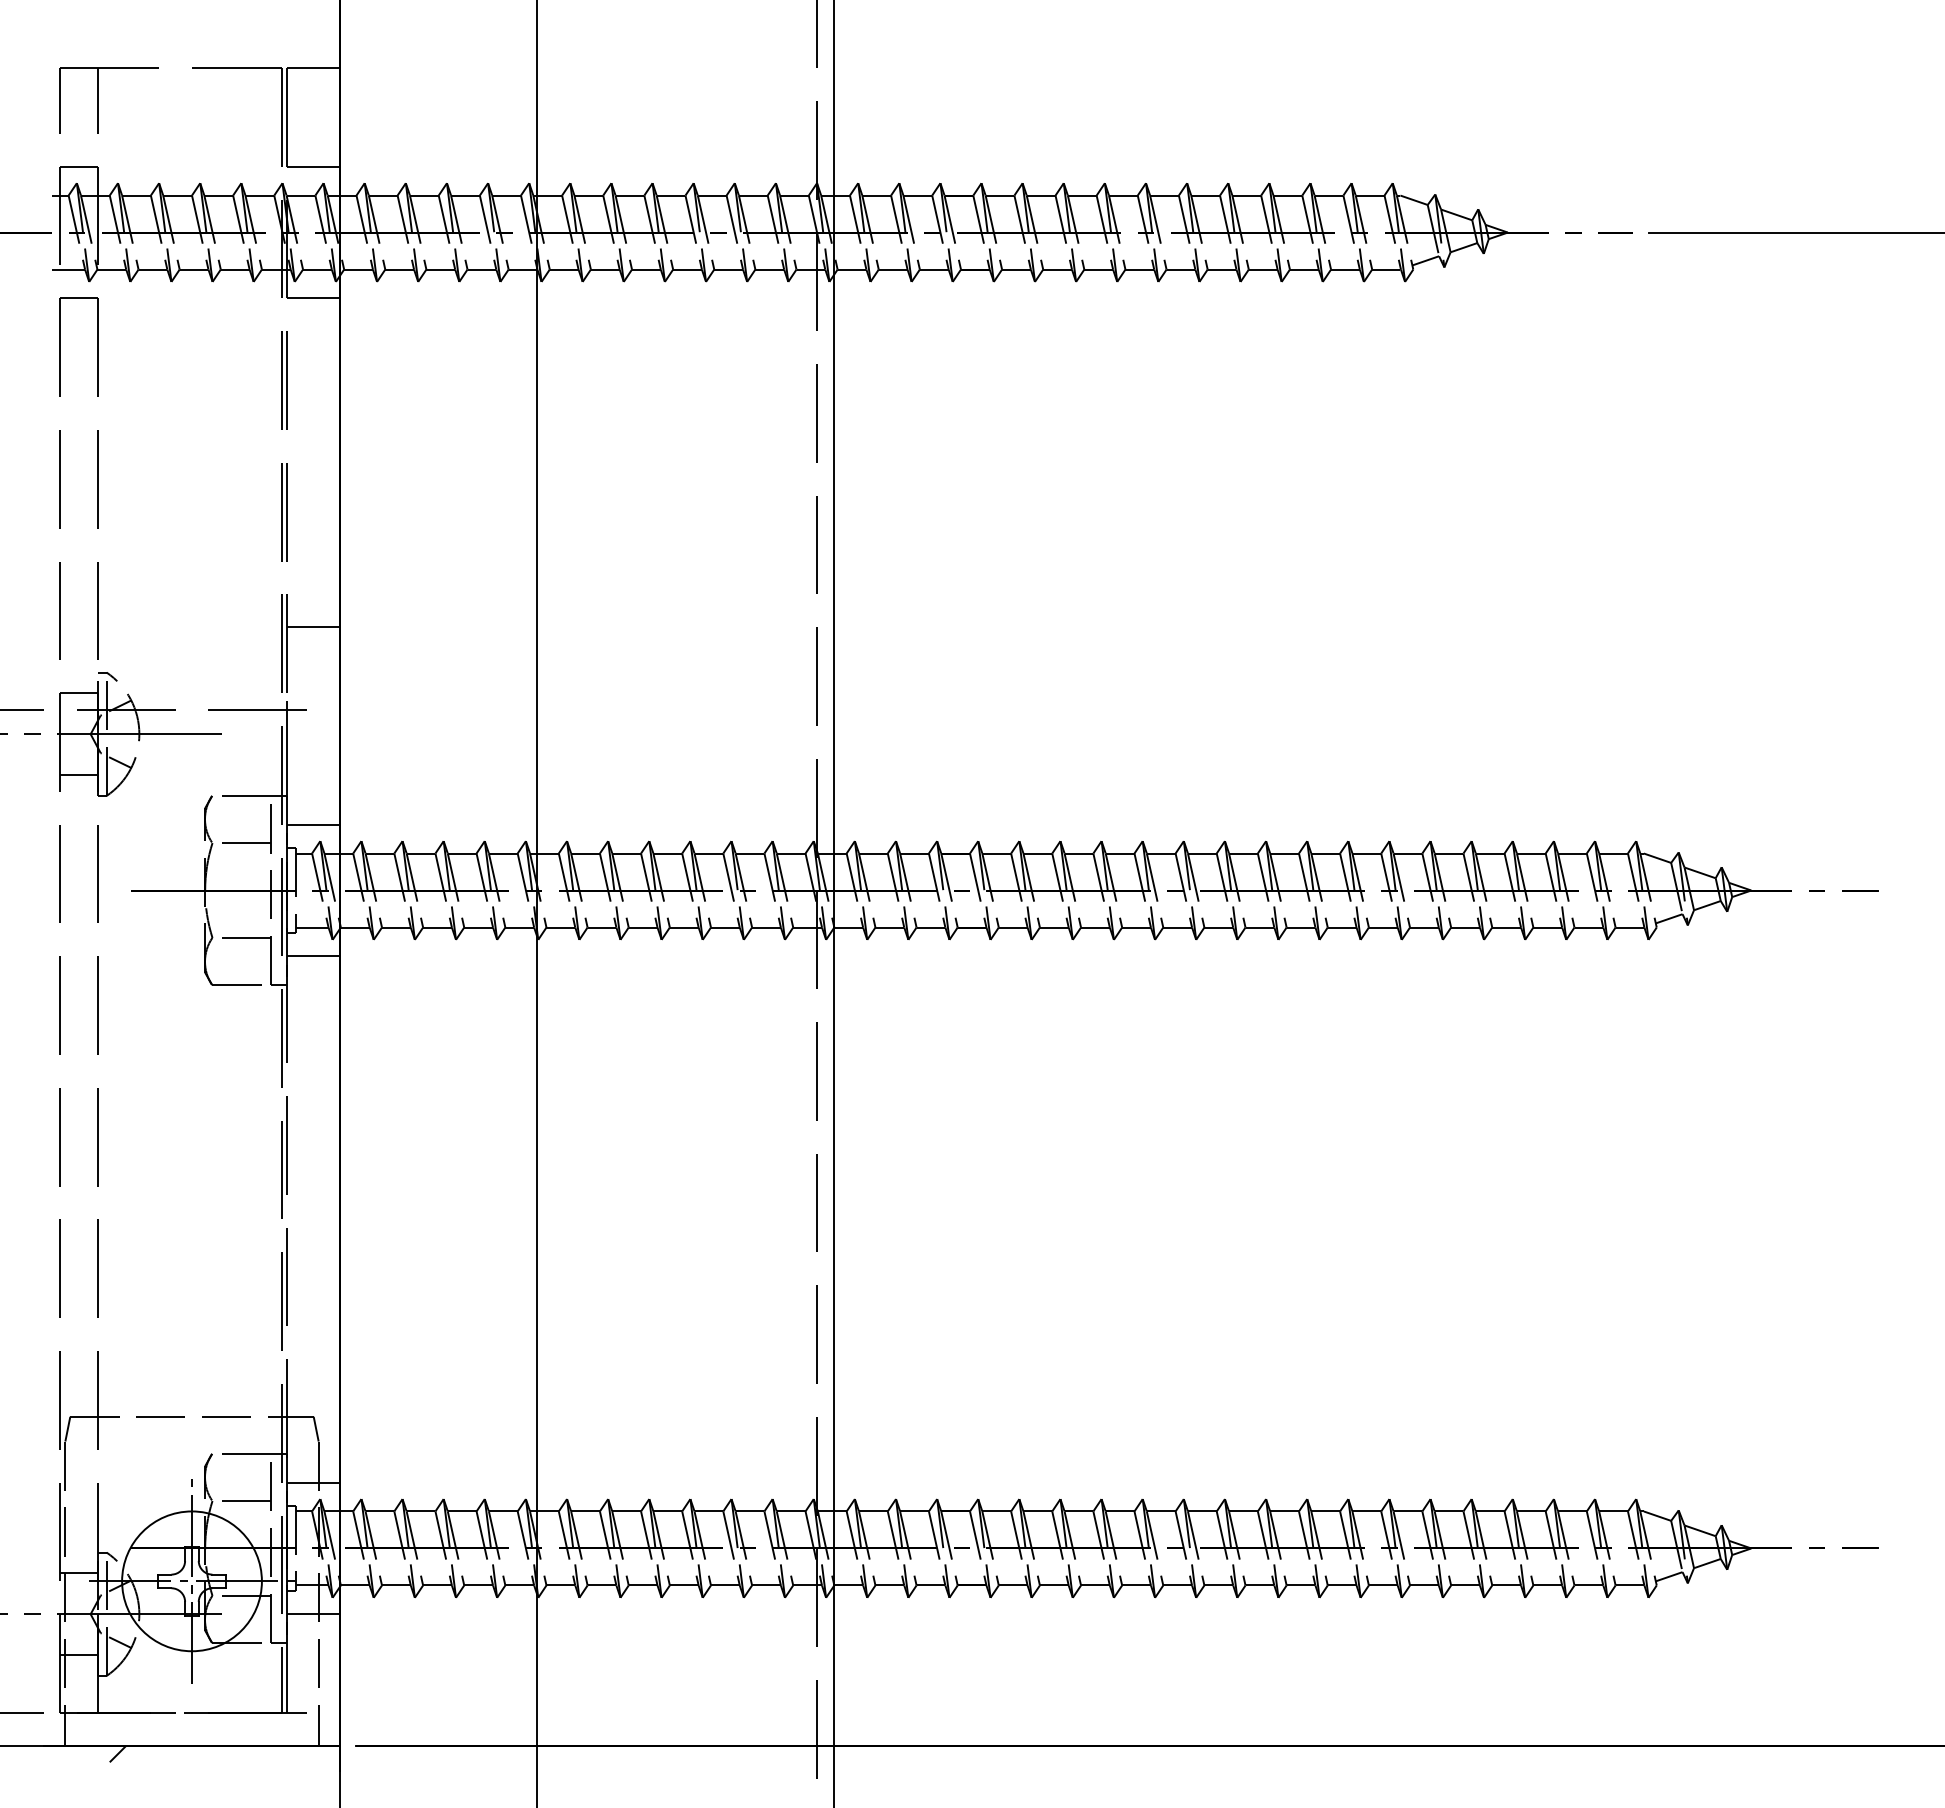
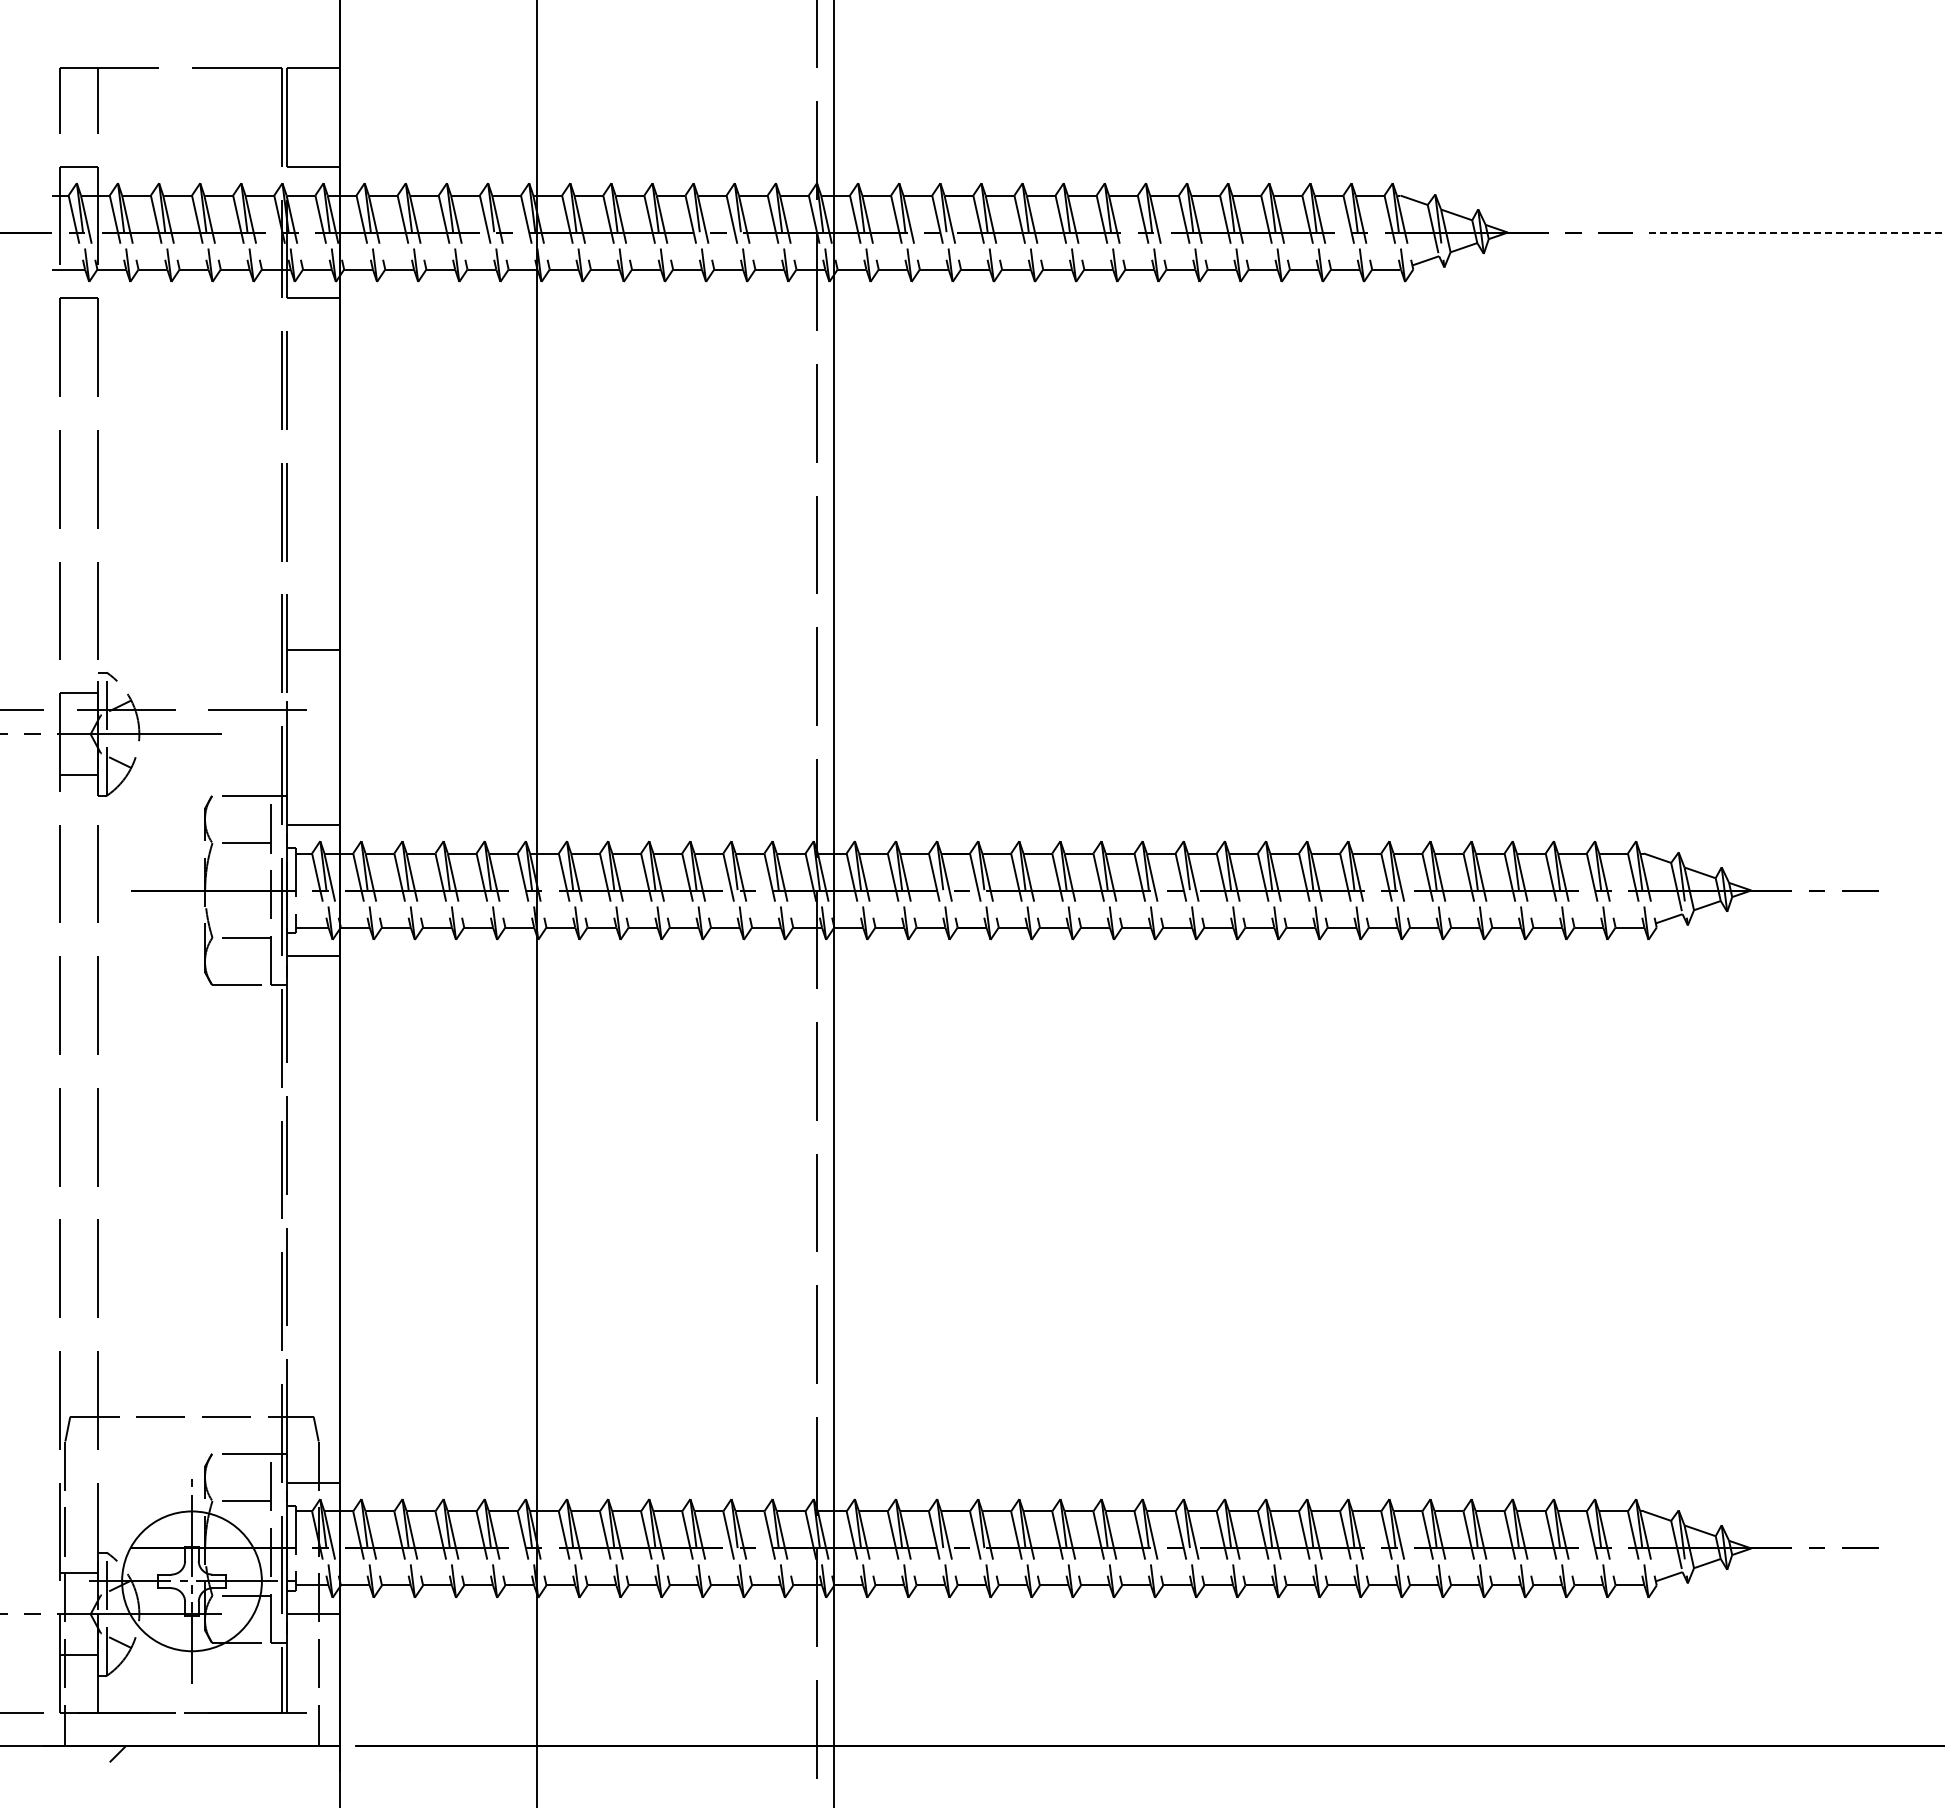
line at (1797, 232): solid -> dashed
line at (313, 627) position: (313, 627) -> (313, 650)
